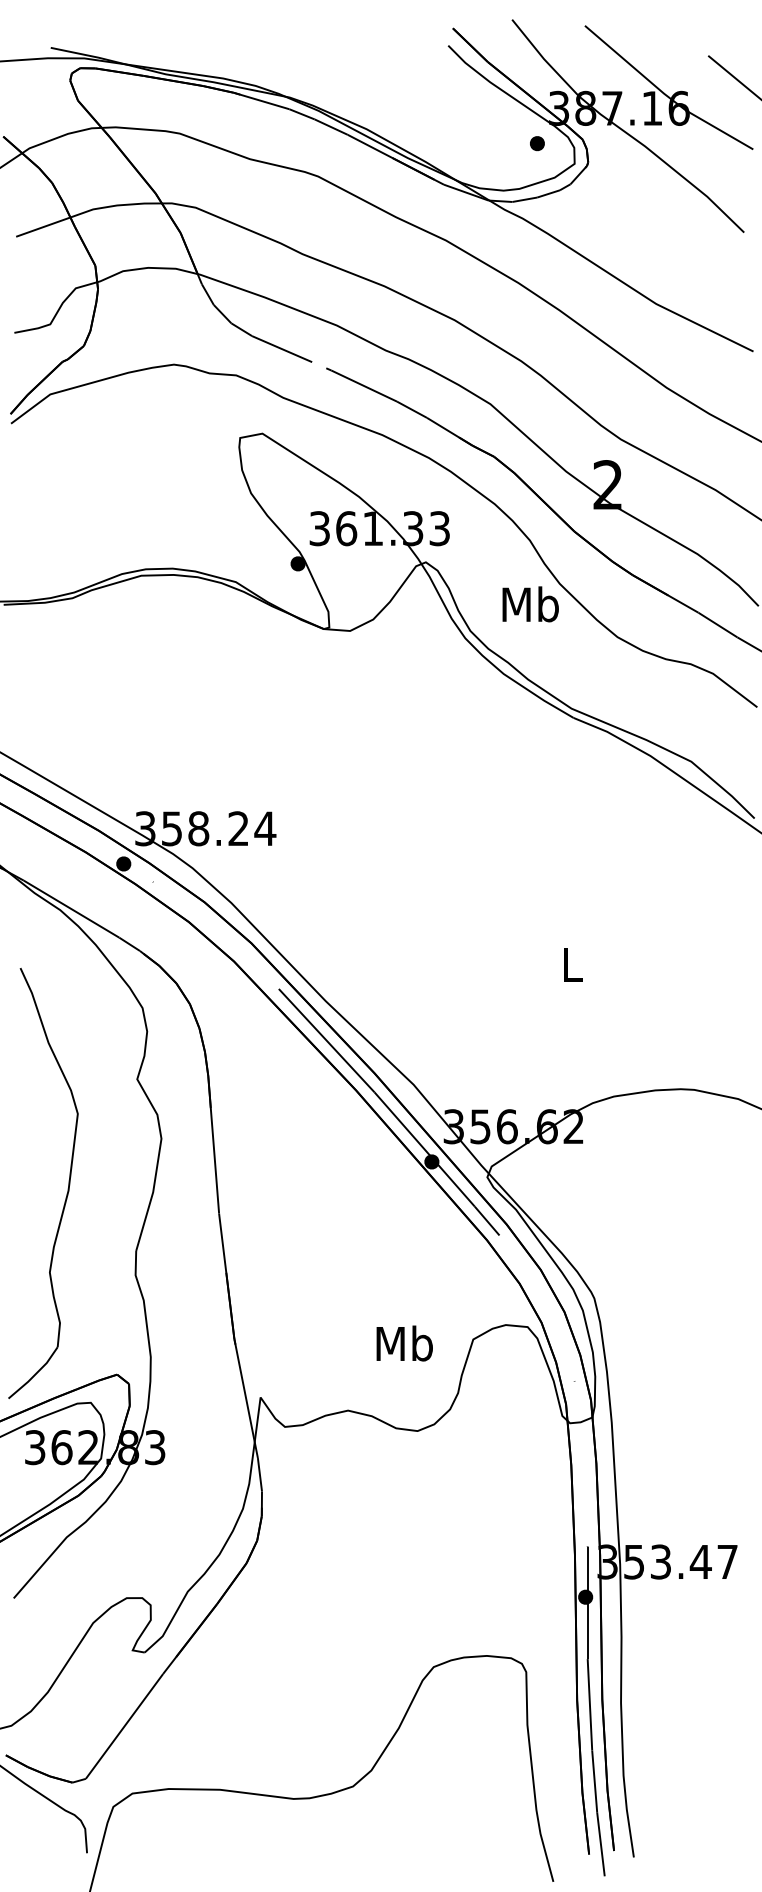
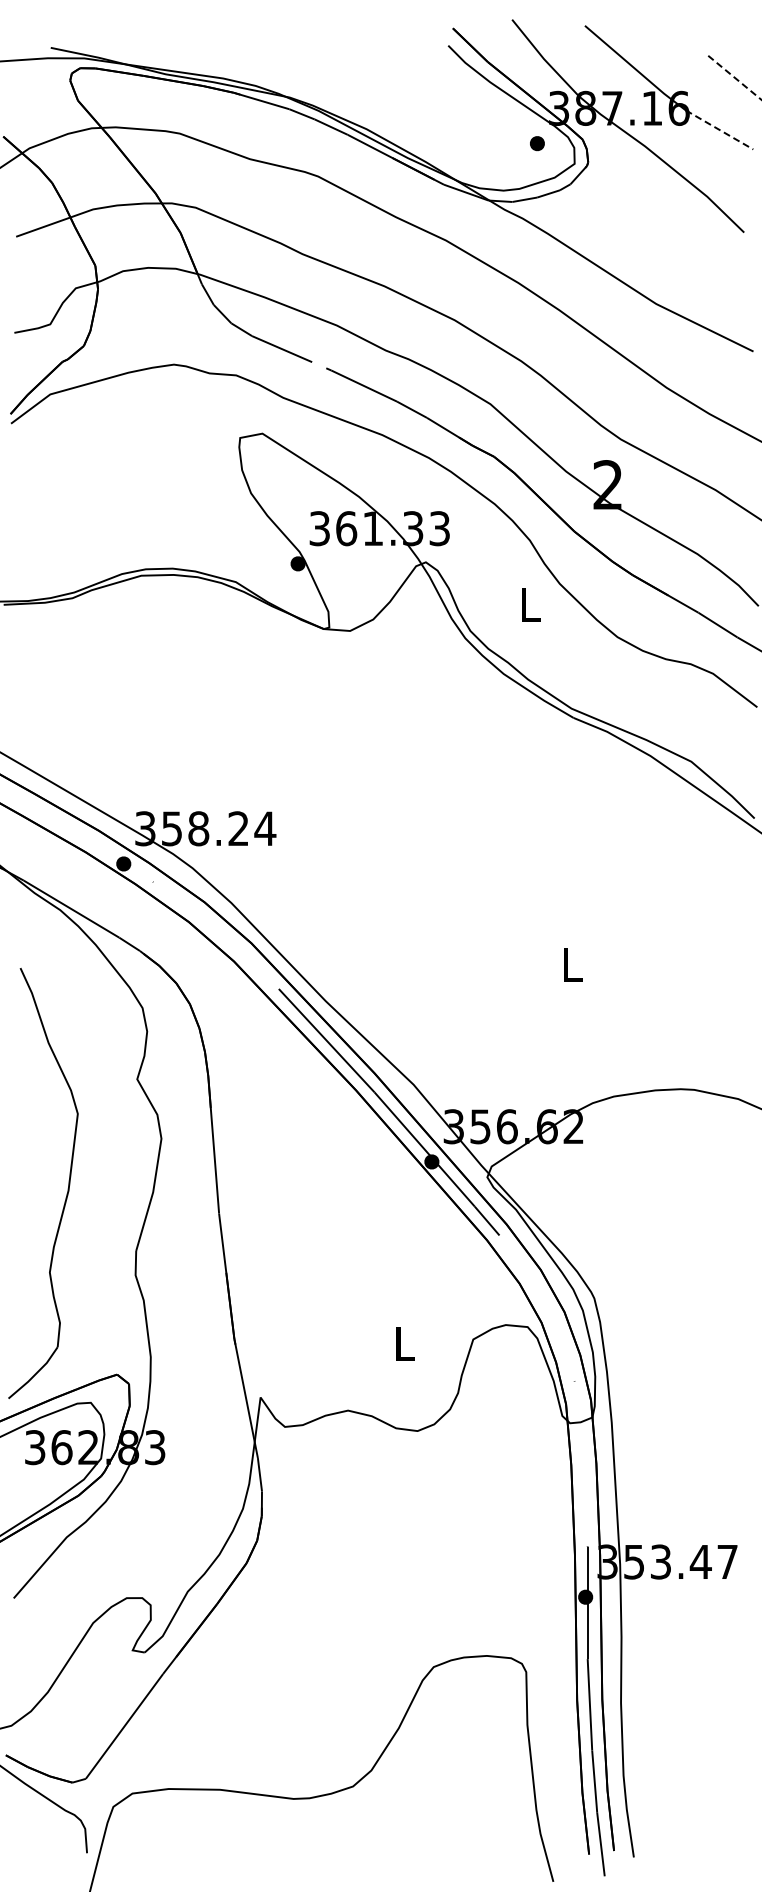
line at (735, 77): solid -> dashed
line at (719, 129): solid -> dashed
text at (530, 604): Mb -> L
text at (404, 1343): Mb -> L
